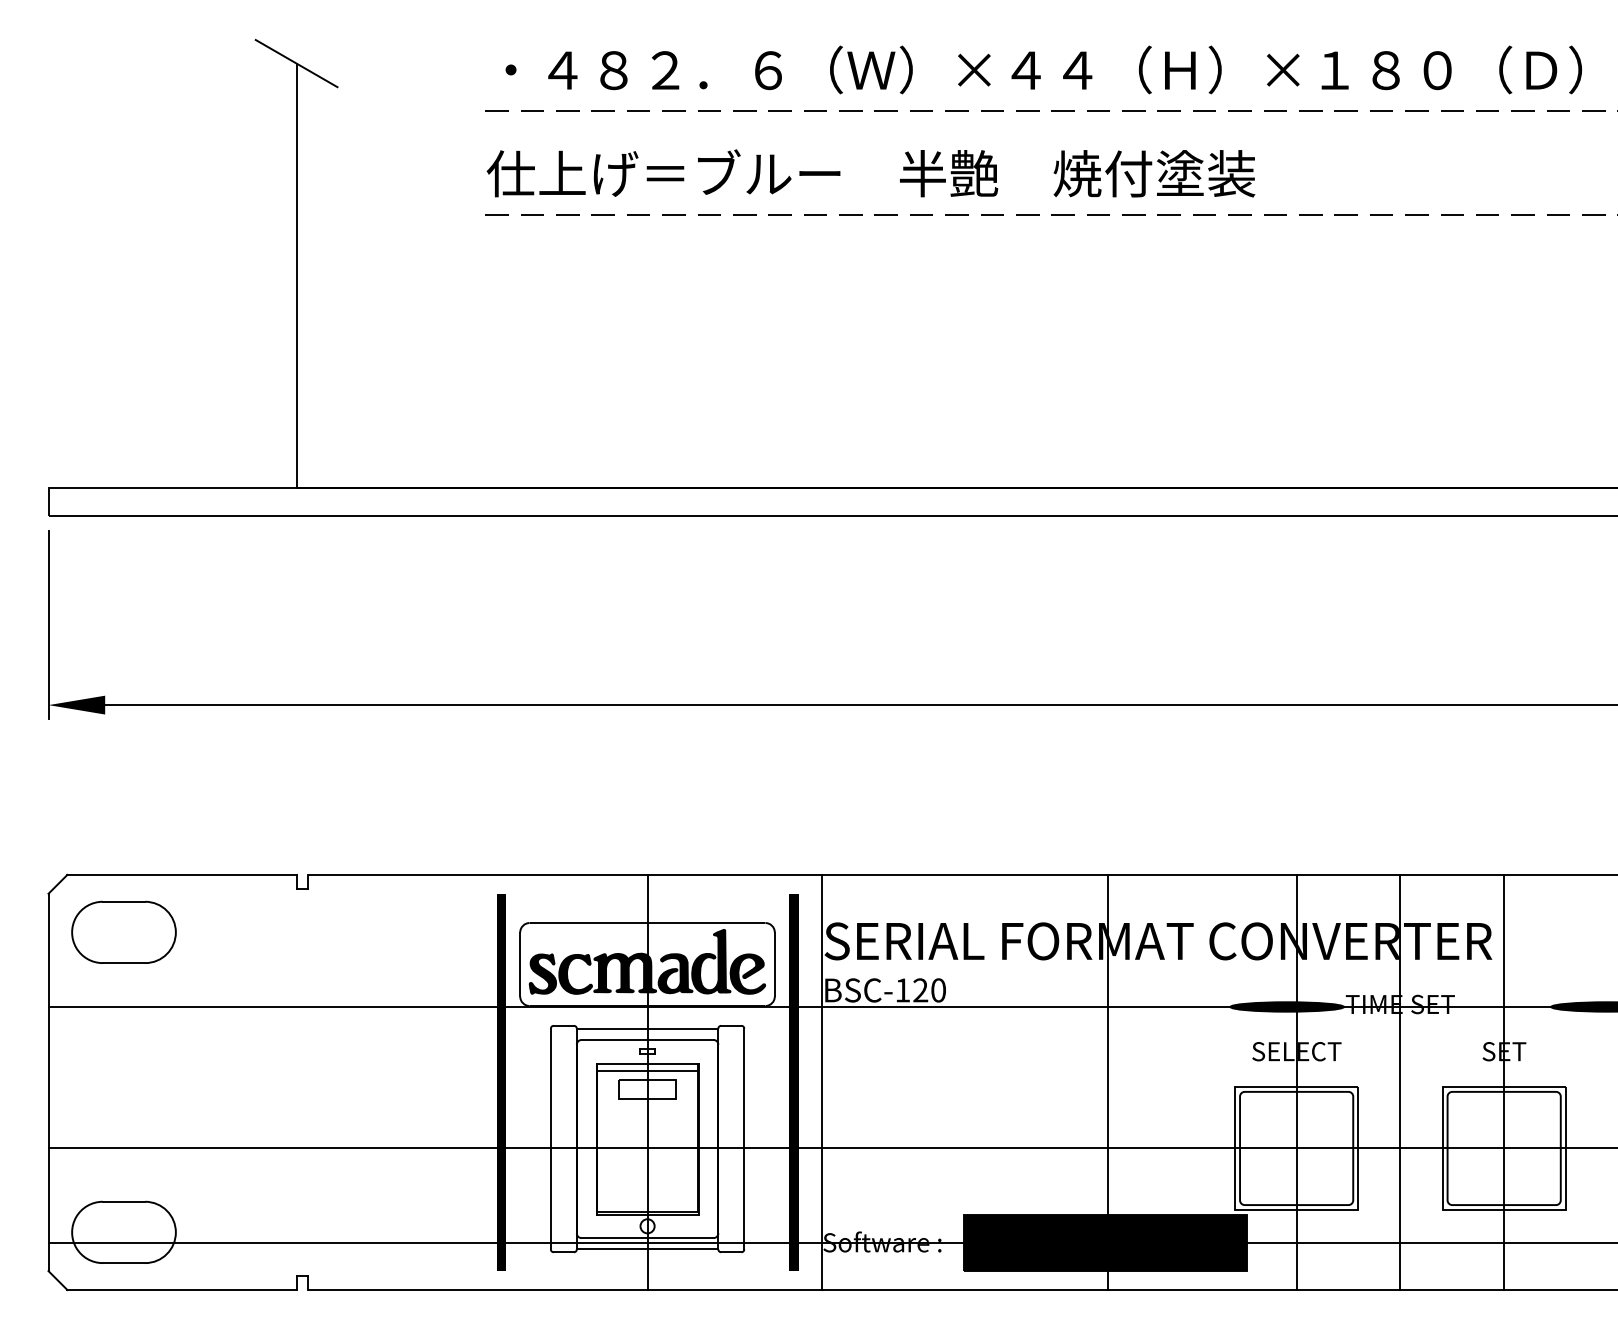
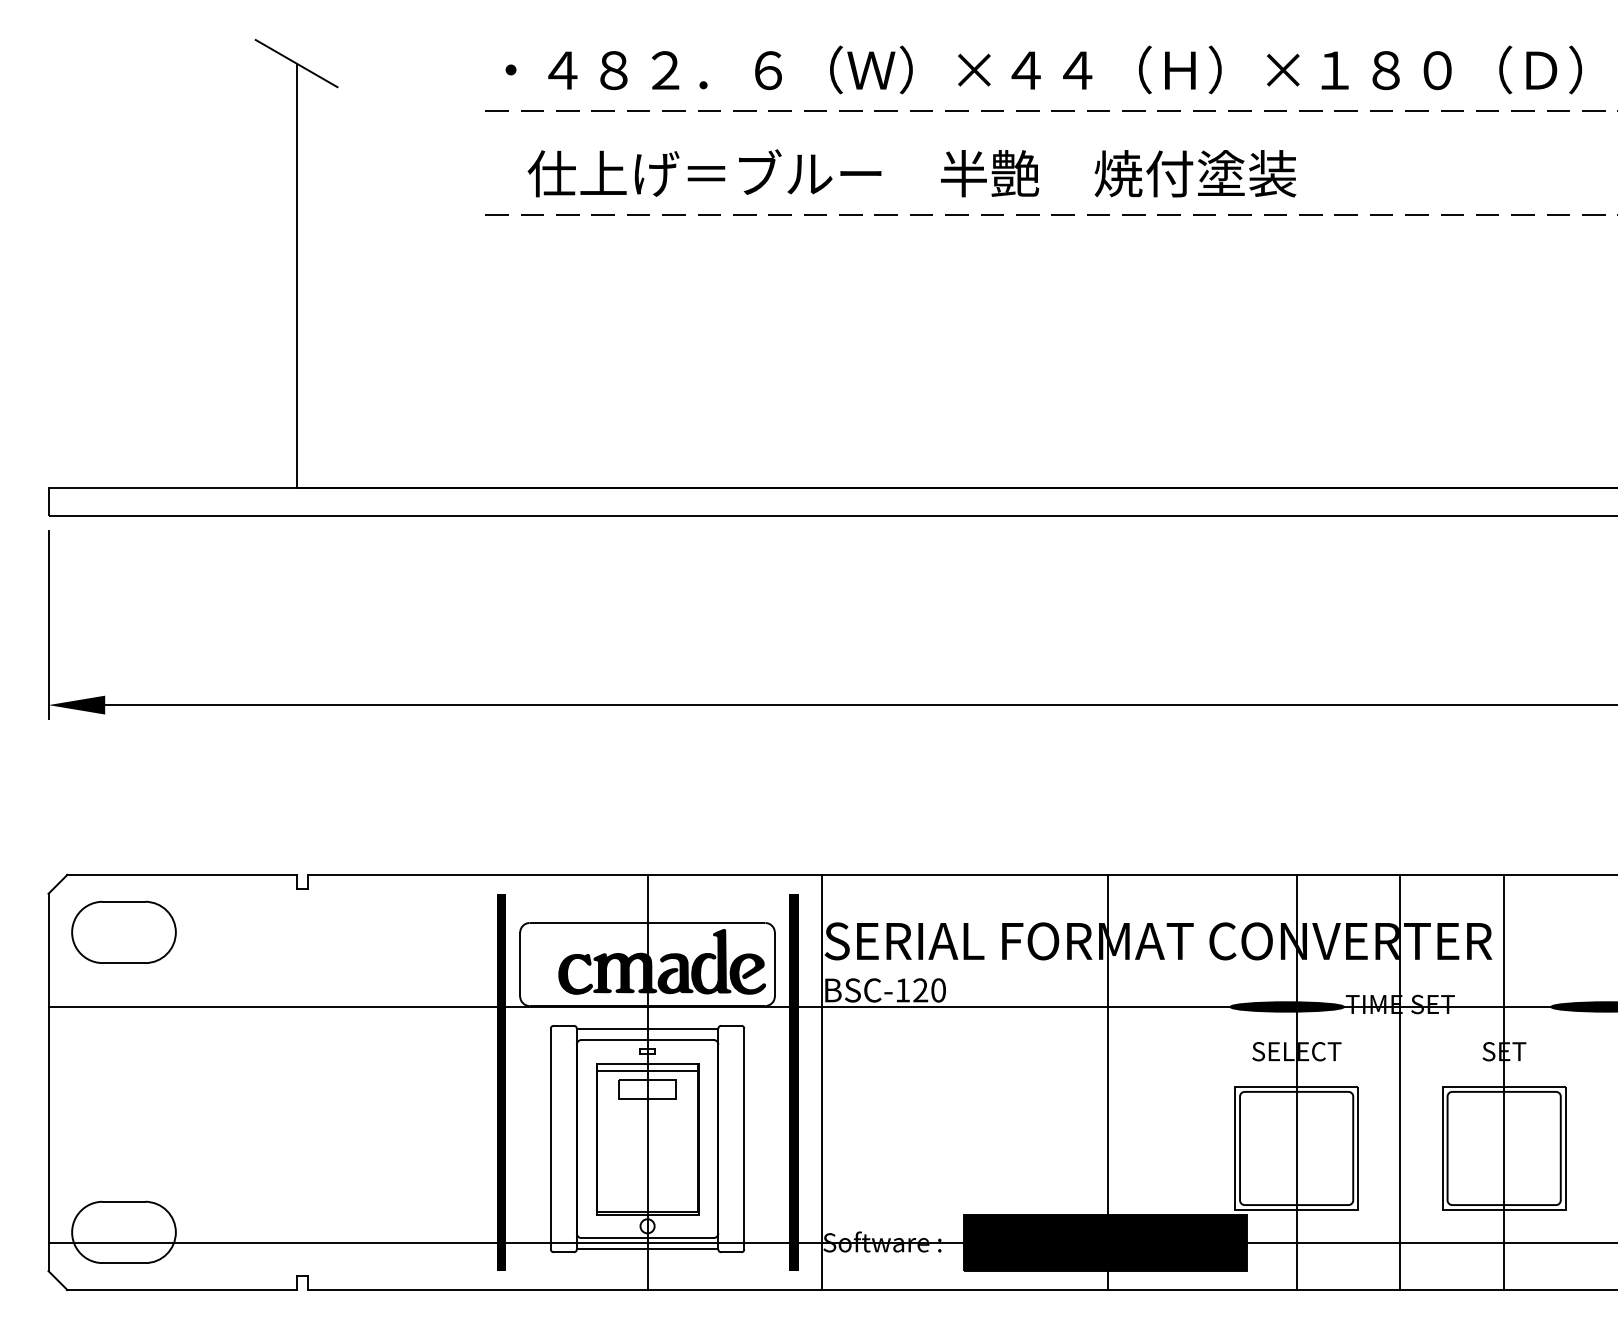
text at (870, 173) position: (870, 173) -> (911, 173)
fill at (542, 973): present -> none
line at (831, 1148): present -> none
